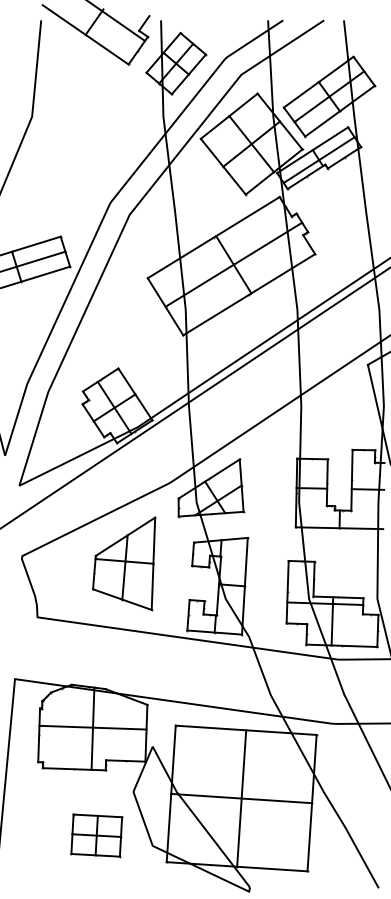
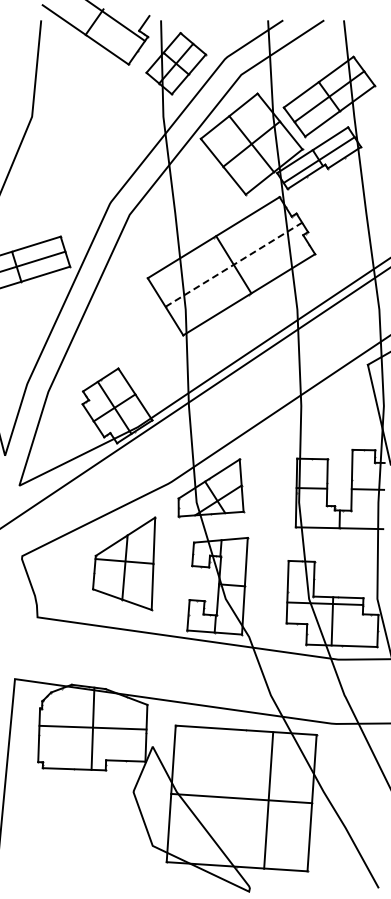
line at (234, 264): solid -> dashed
line at (241, 798) position: (241, 798) -> (268, 800)
part at (96, 835): present -> none
